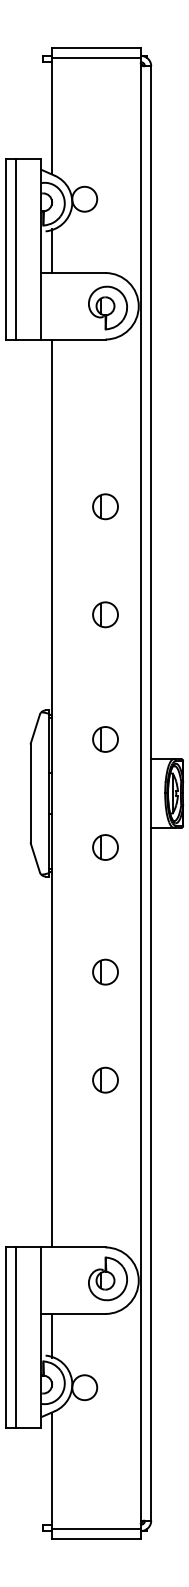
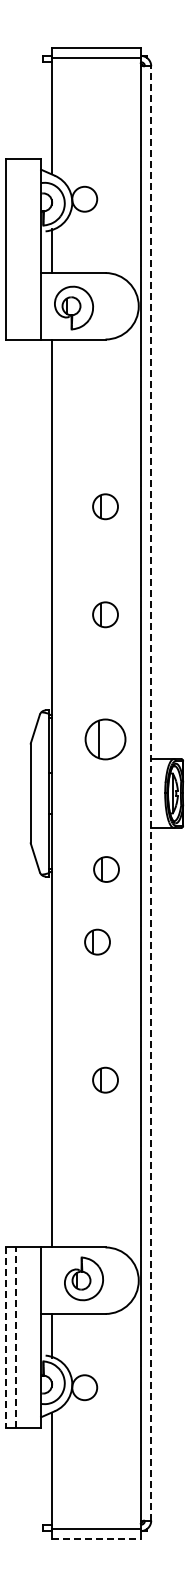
line at (16, 248): present -> none
part at (107, 307) position: (107, 307) -> (73, 307)
part at (105, 739) size: 27x27 px -> 43x43 px
line at (151, 793): solid -> dashed
part at (105, 847) position: (105, 847) -> (106, 869)
part at (105, 971) position: (105, 971) -> (97, 941)
part at (107, 1278) position: (107, 1278) -> (83, 1278)
line at (16, 1337): solid -> dashed
line at (5, 1338): solid -> dashed
line at (96, 1539): solid -> dashed
